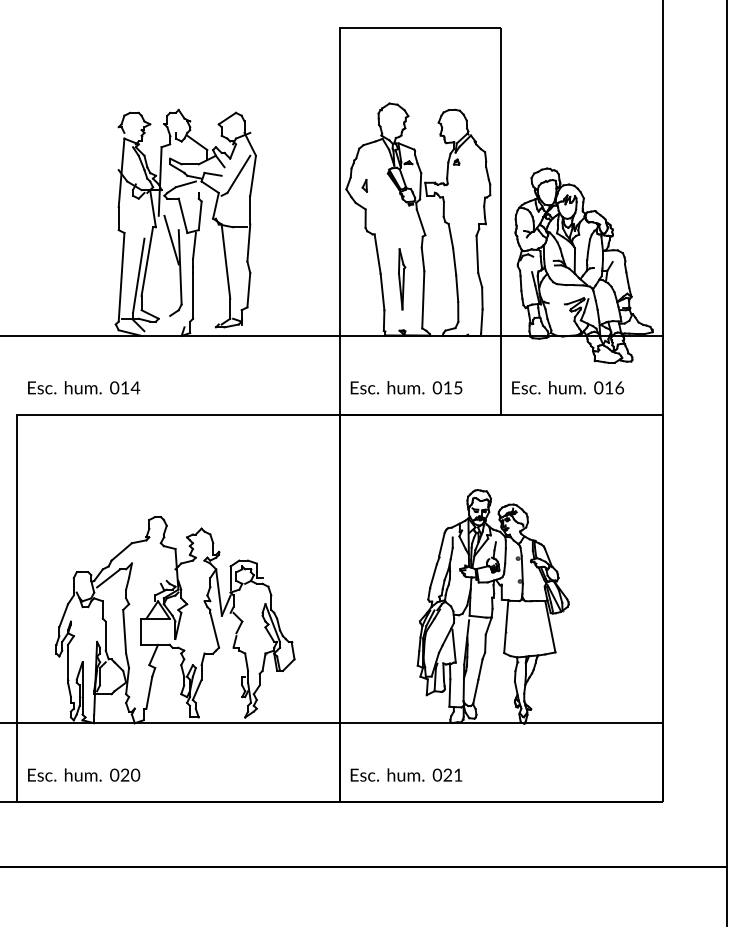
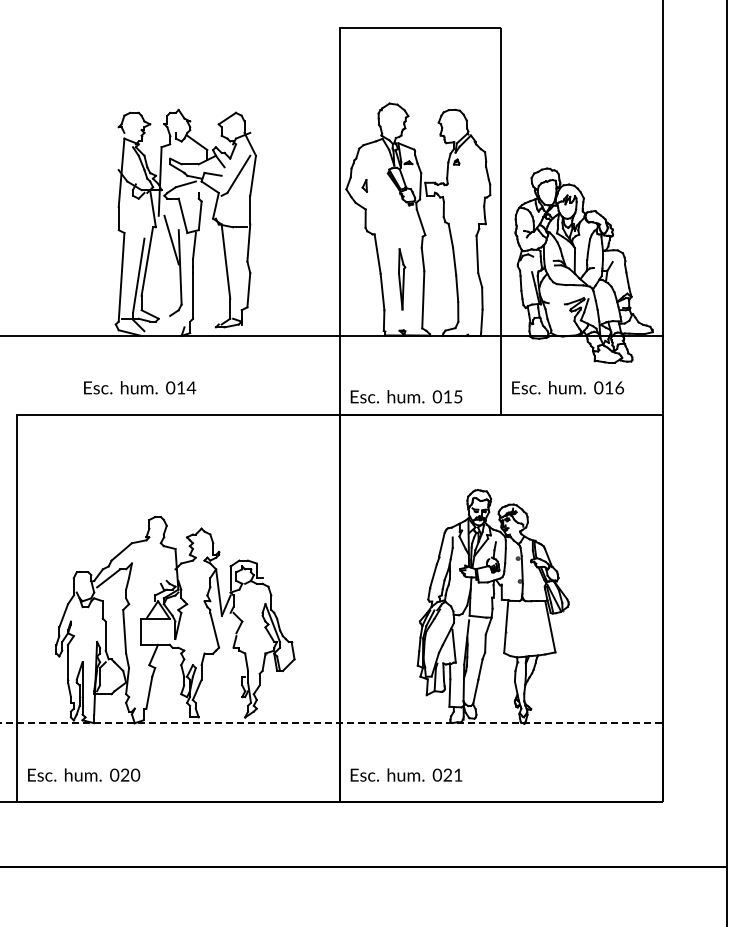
text at (84, 387) position: (84, 387) -> (140, 387)
text at (406, 387) position: (406, 387) -> (406, 396)
line at (331, 723): solid -> dashed
